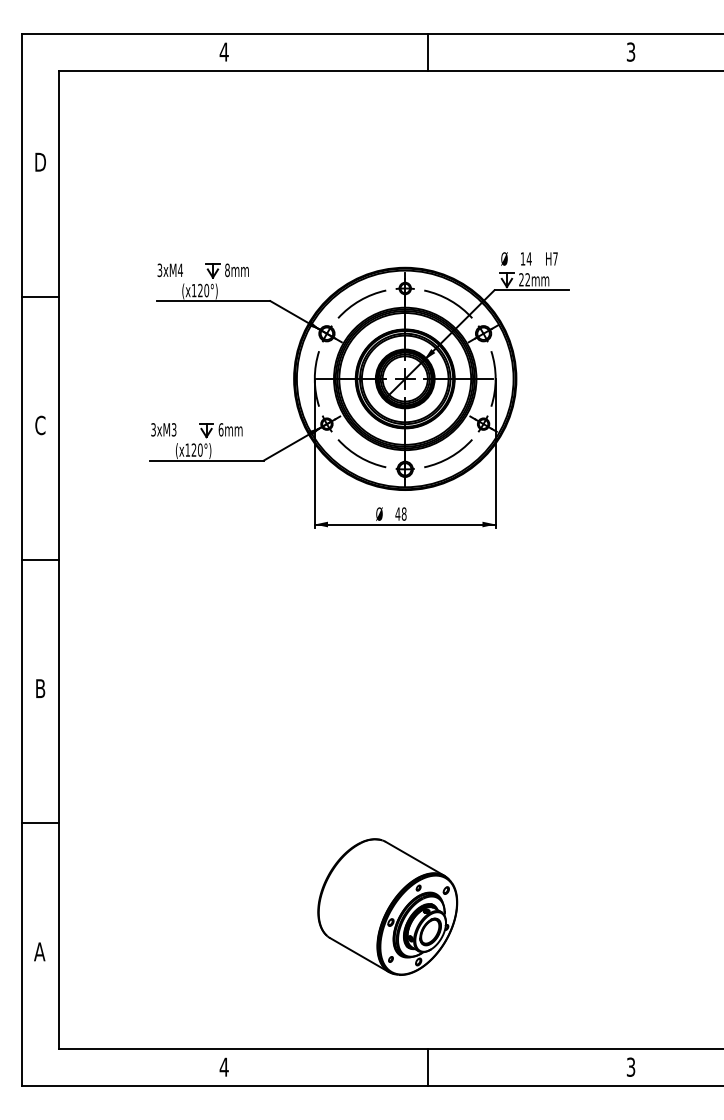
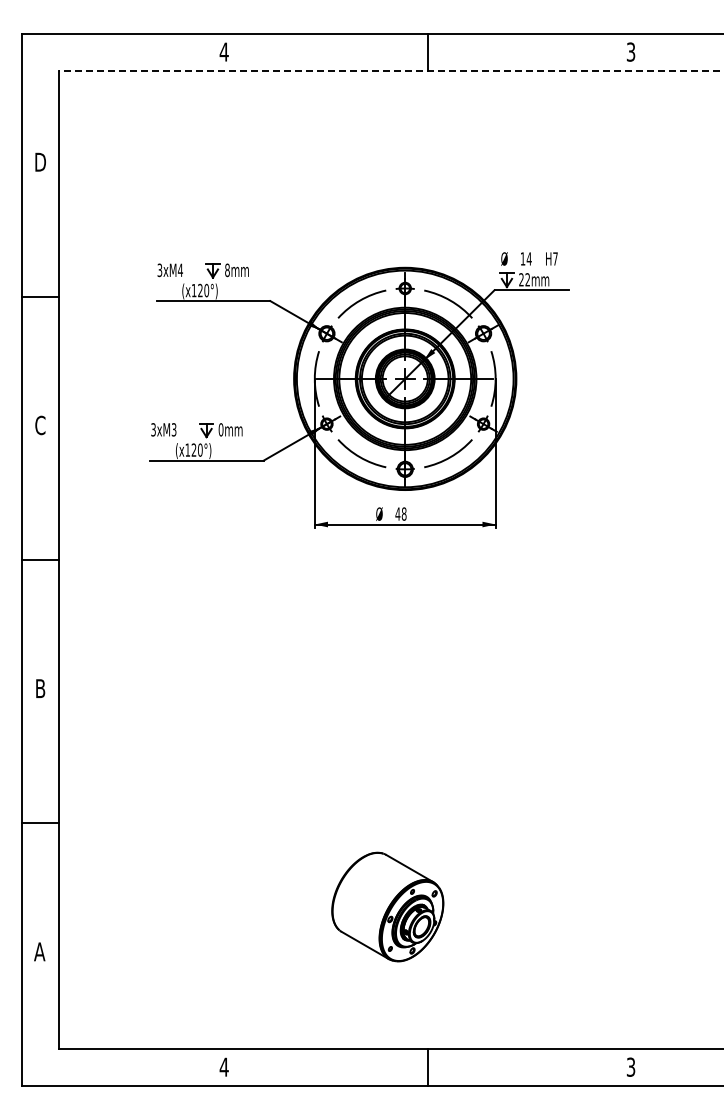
line at (391, 71): solid -> dashed
text at (221, 429): 6mm -> 0mm
part at (387, 906) size: 142x138 px -> 114x112 px
